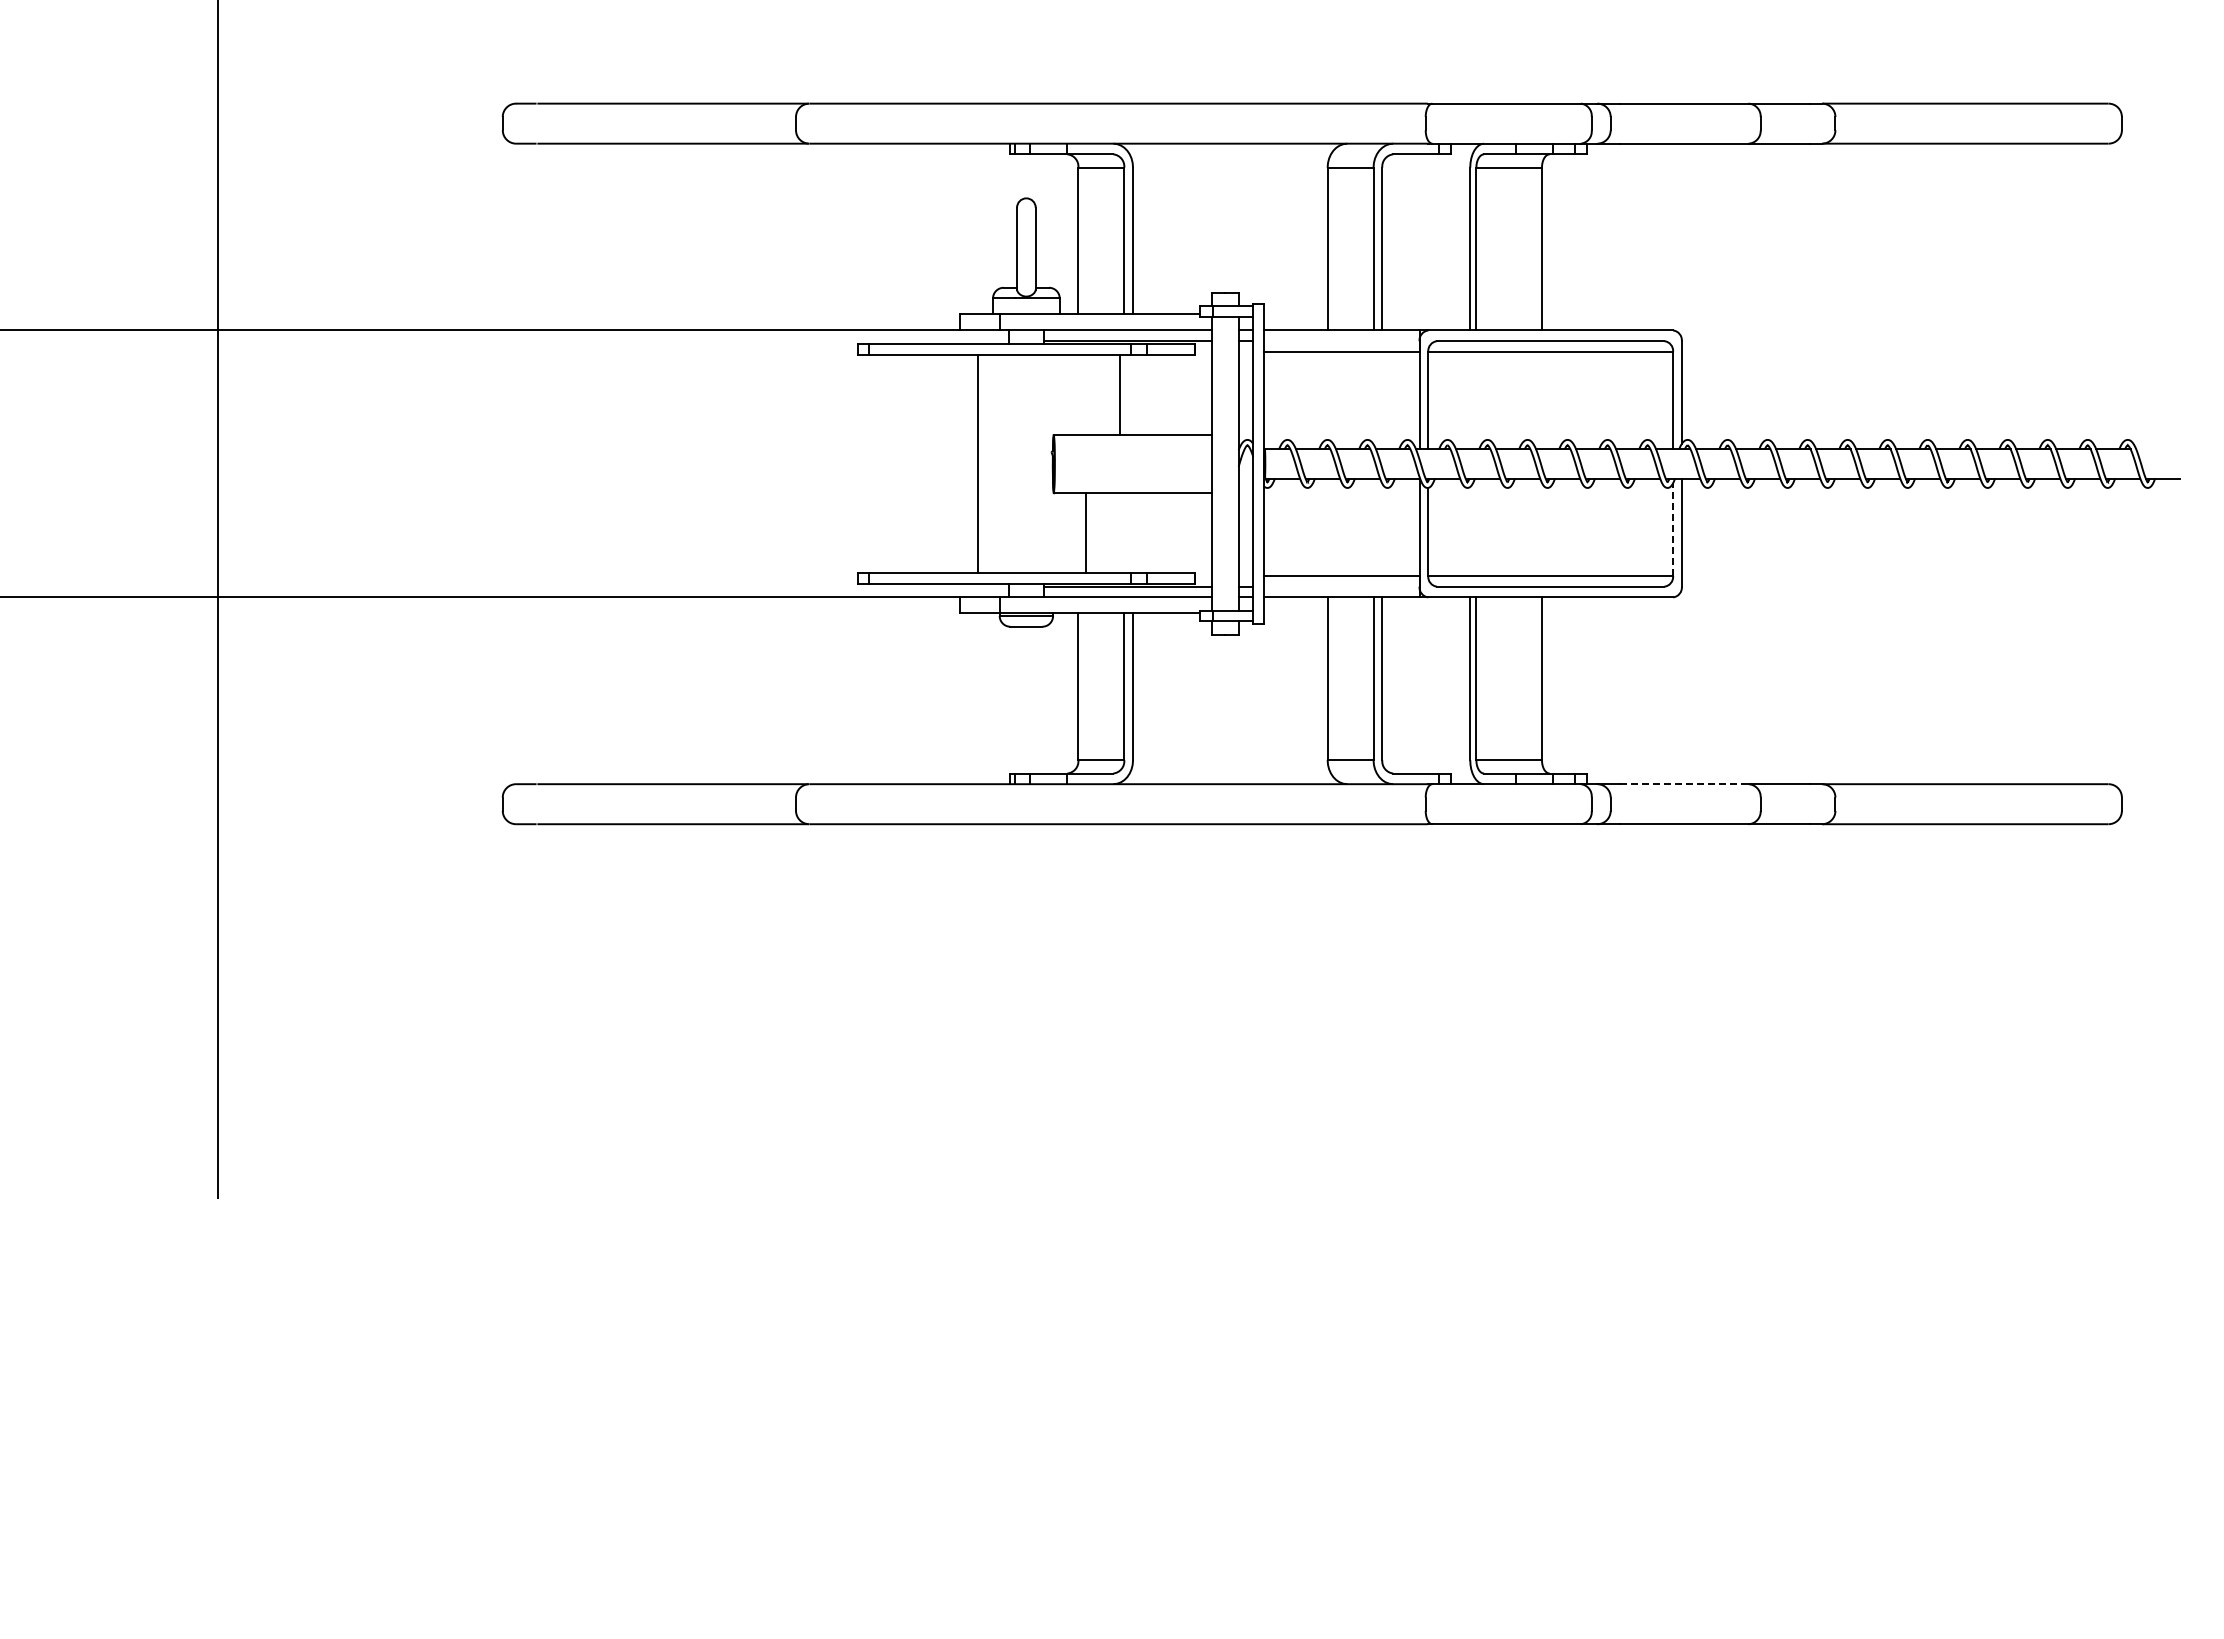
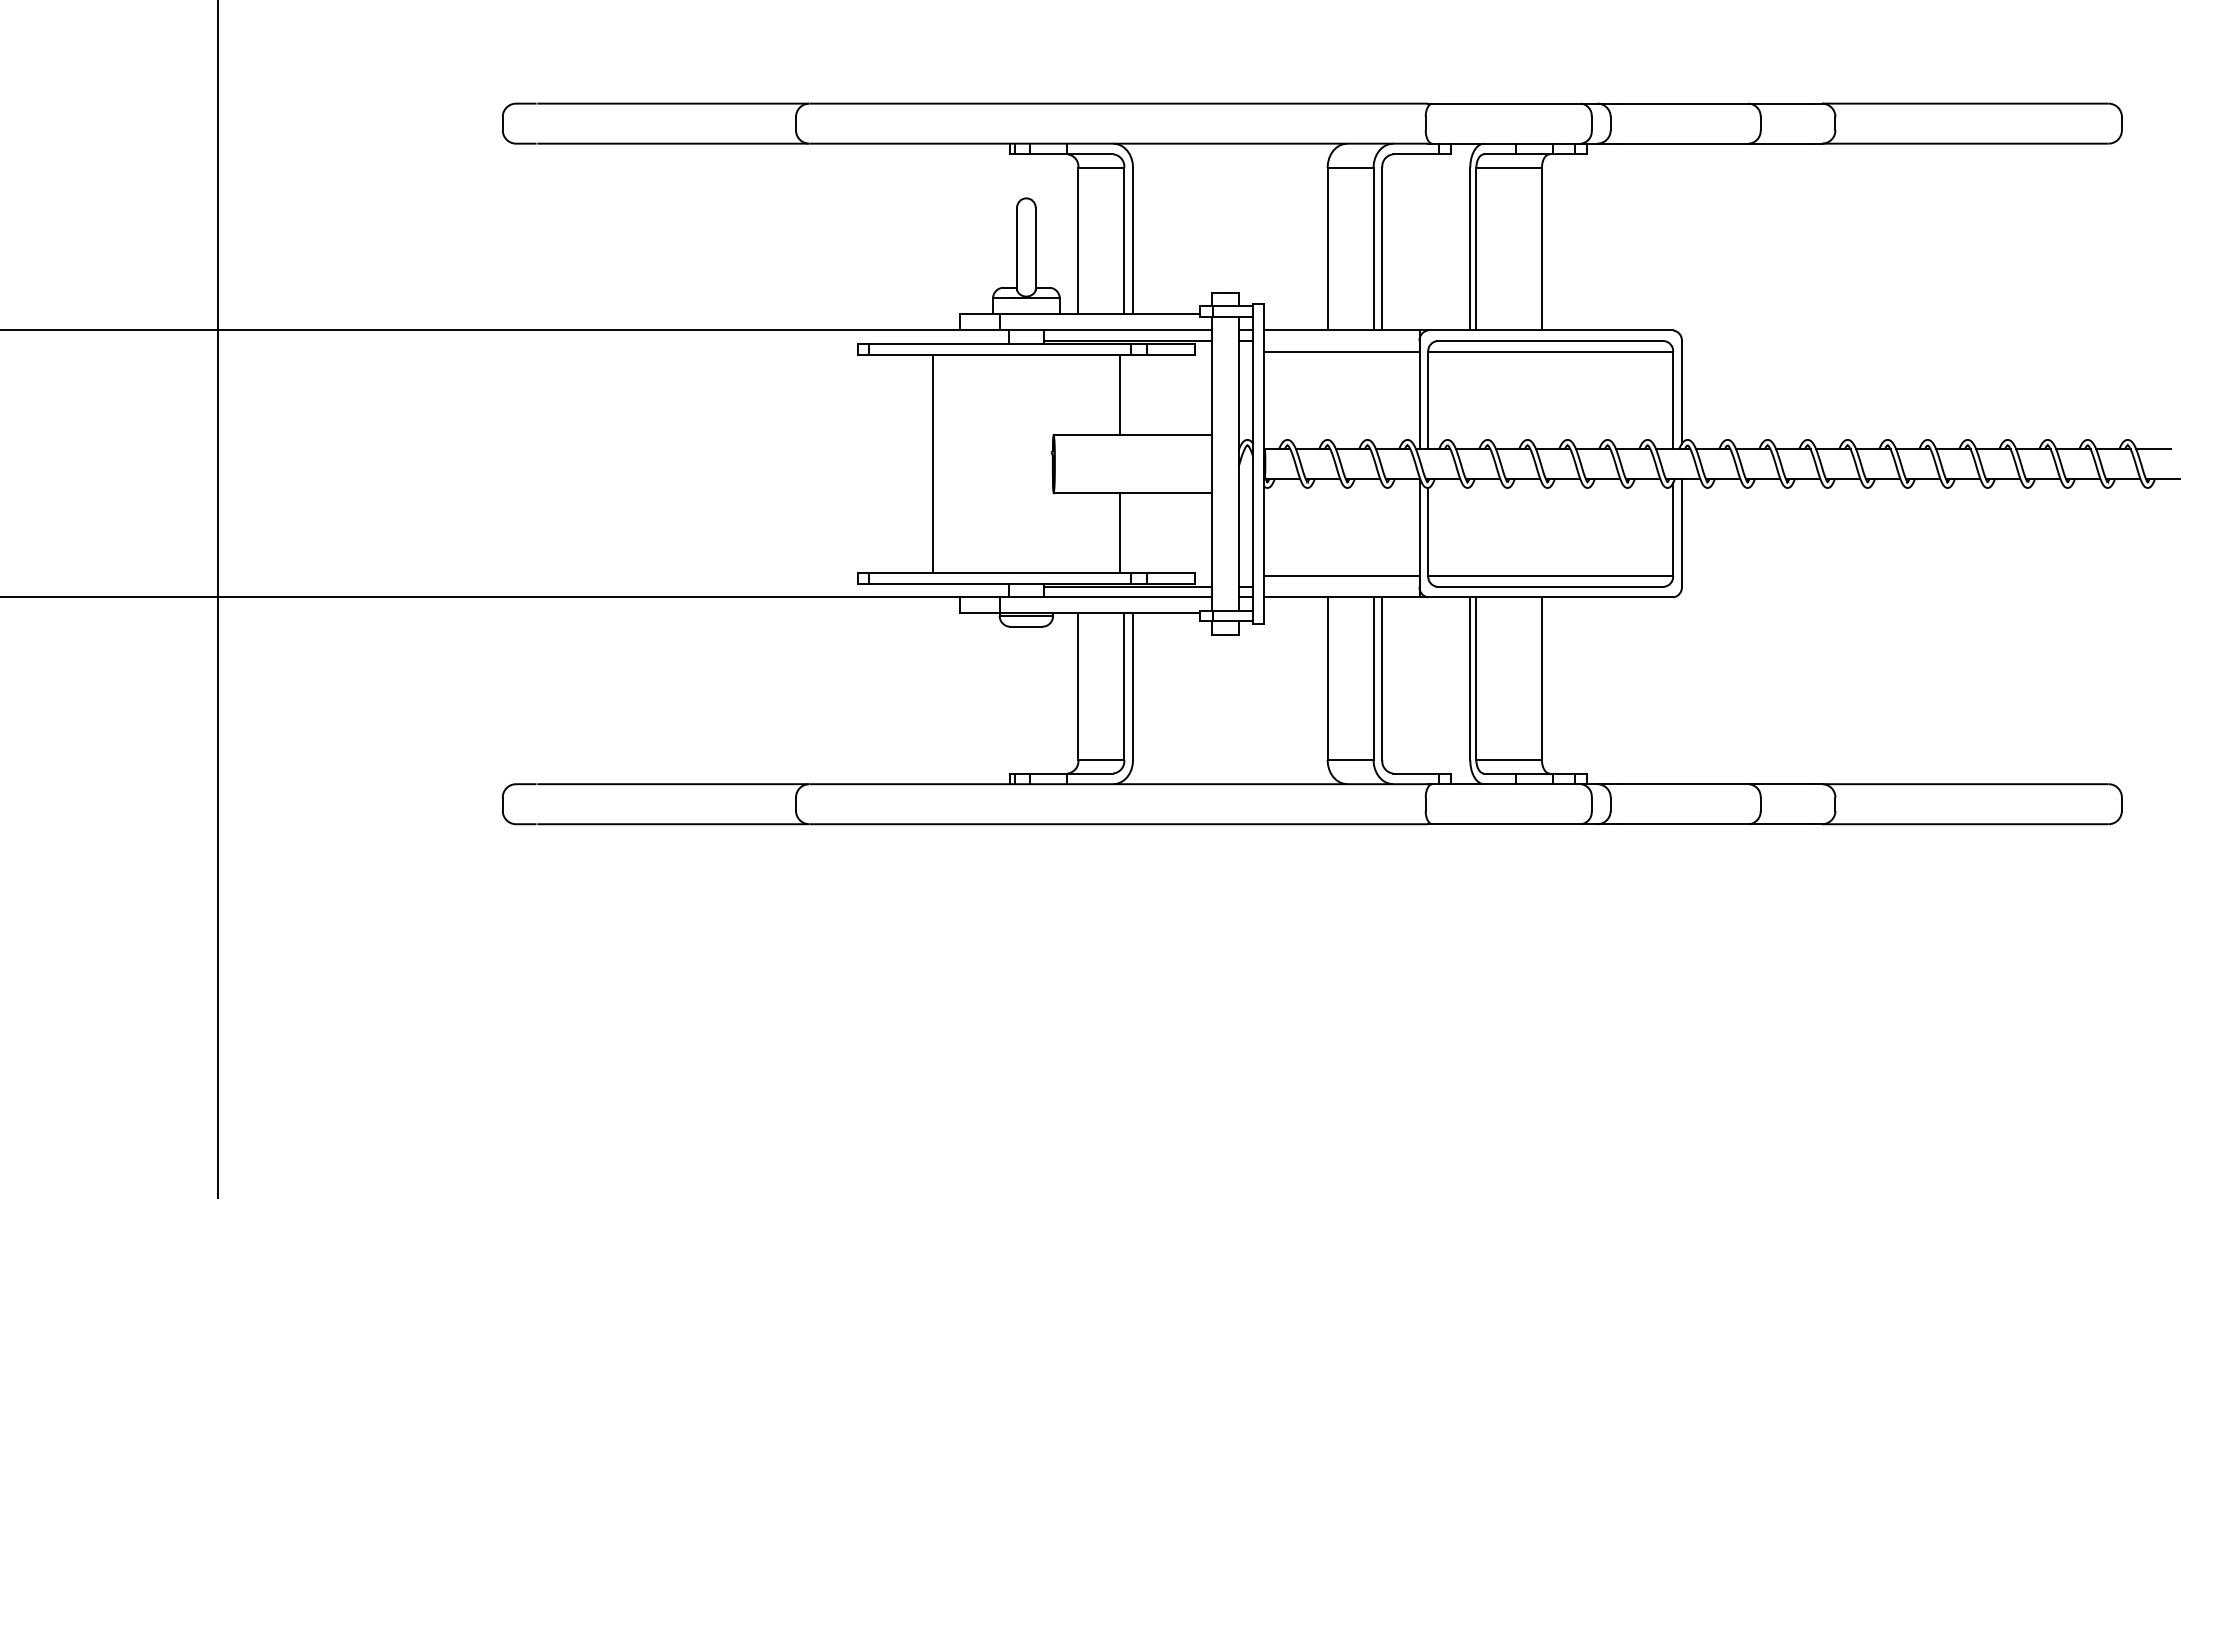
line at (2153, 449): none -> present
line at (977, 463) position: (977, 463) -> (932, 463)
line at (1673, 529): dashed -> solid
line at (1085, 533) position: (1085, 533) -> (1119, 533)
line at (1684, 784): dashed -> solid
